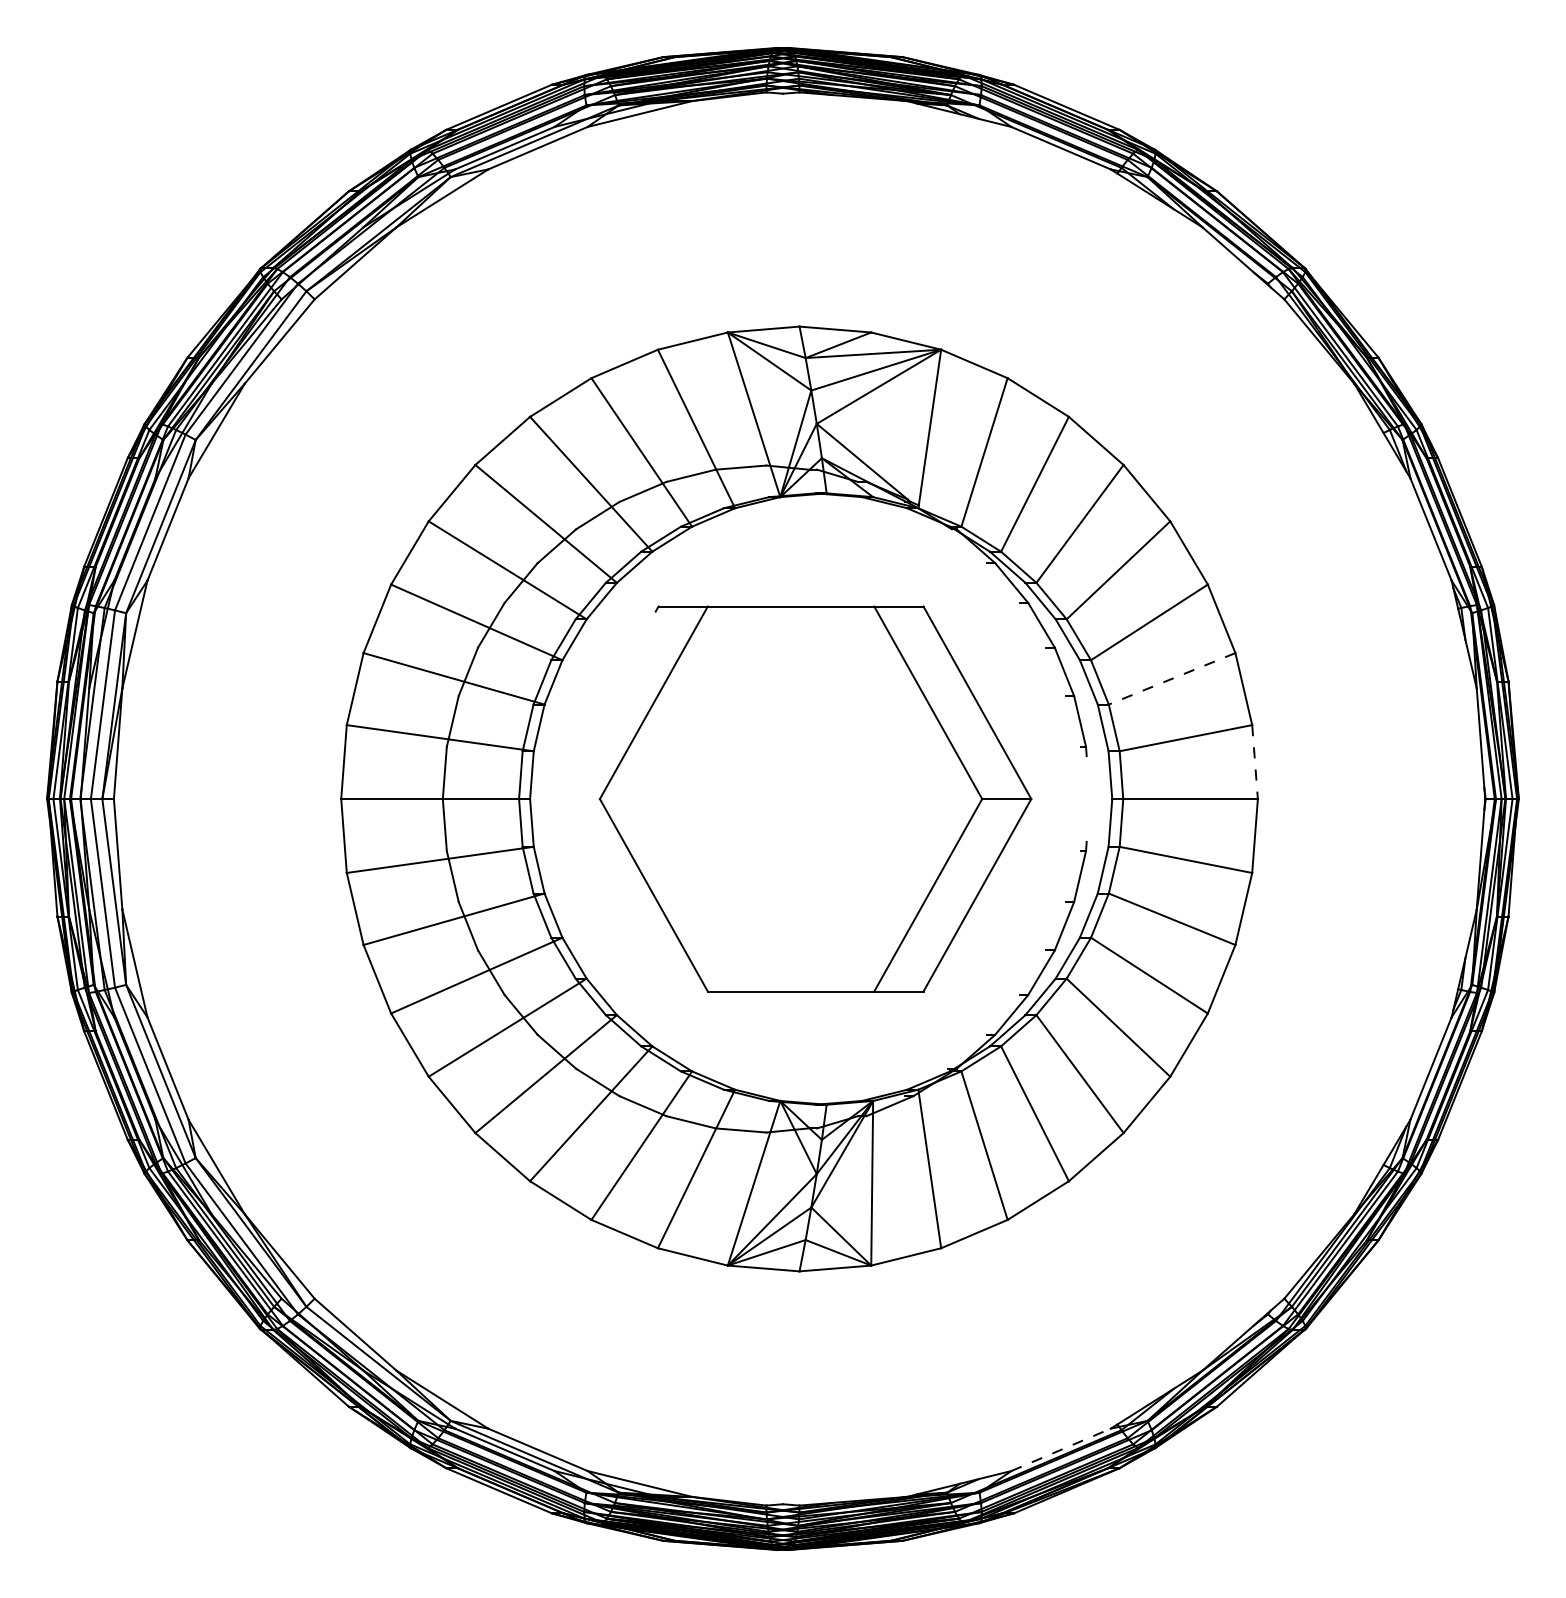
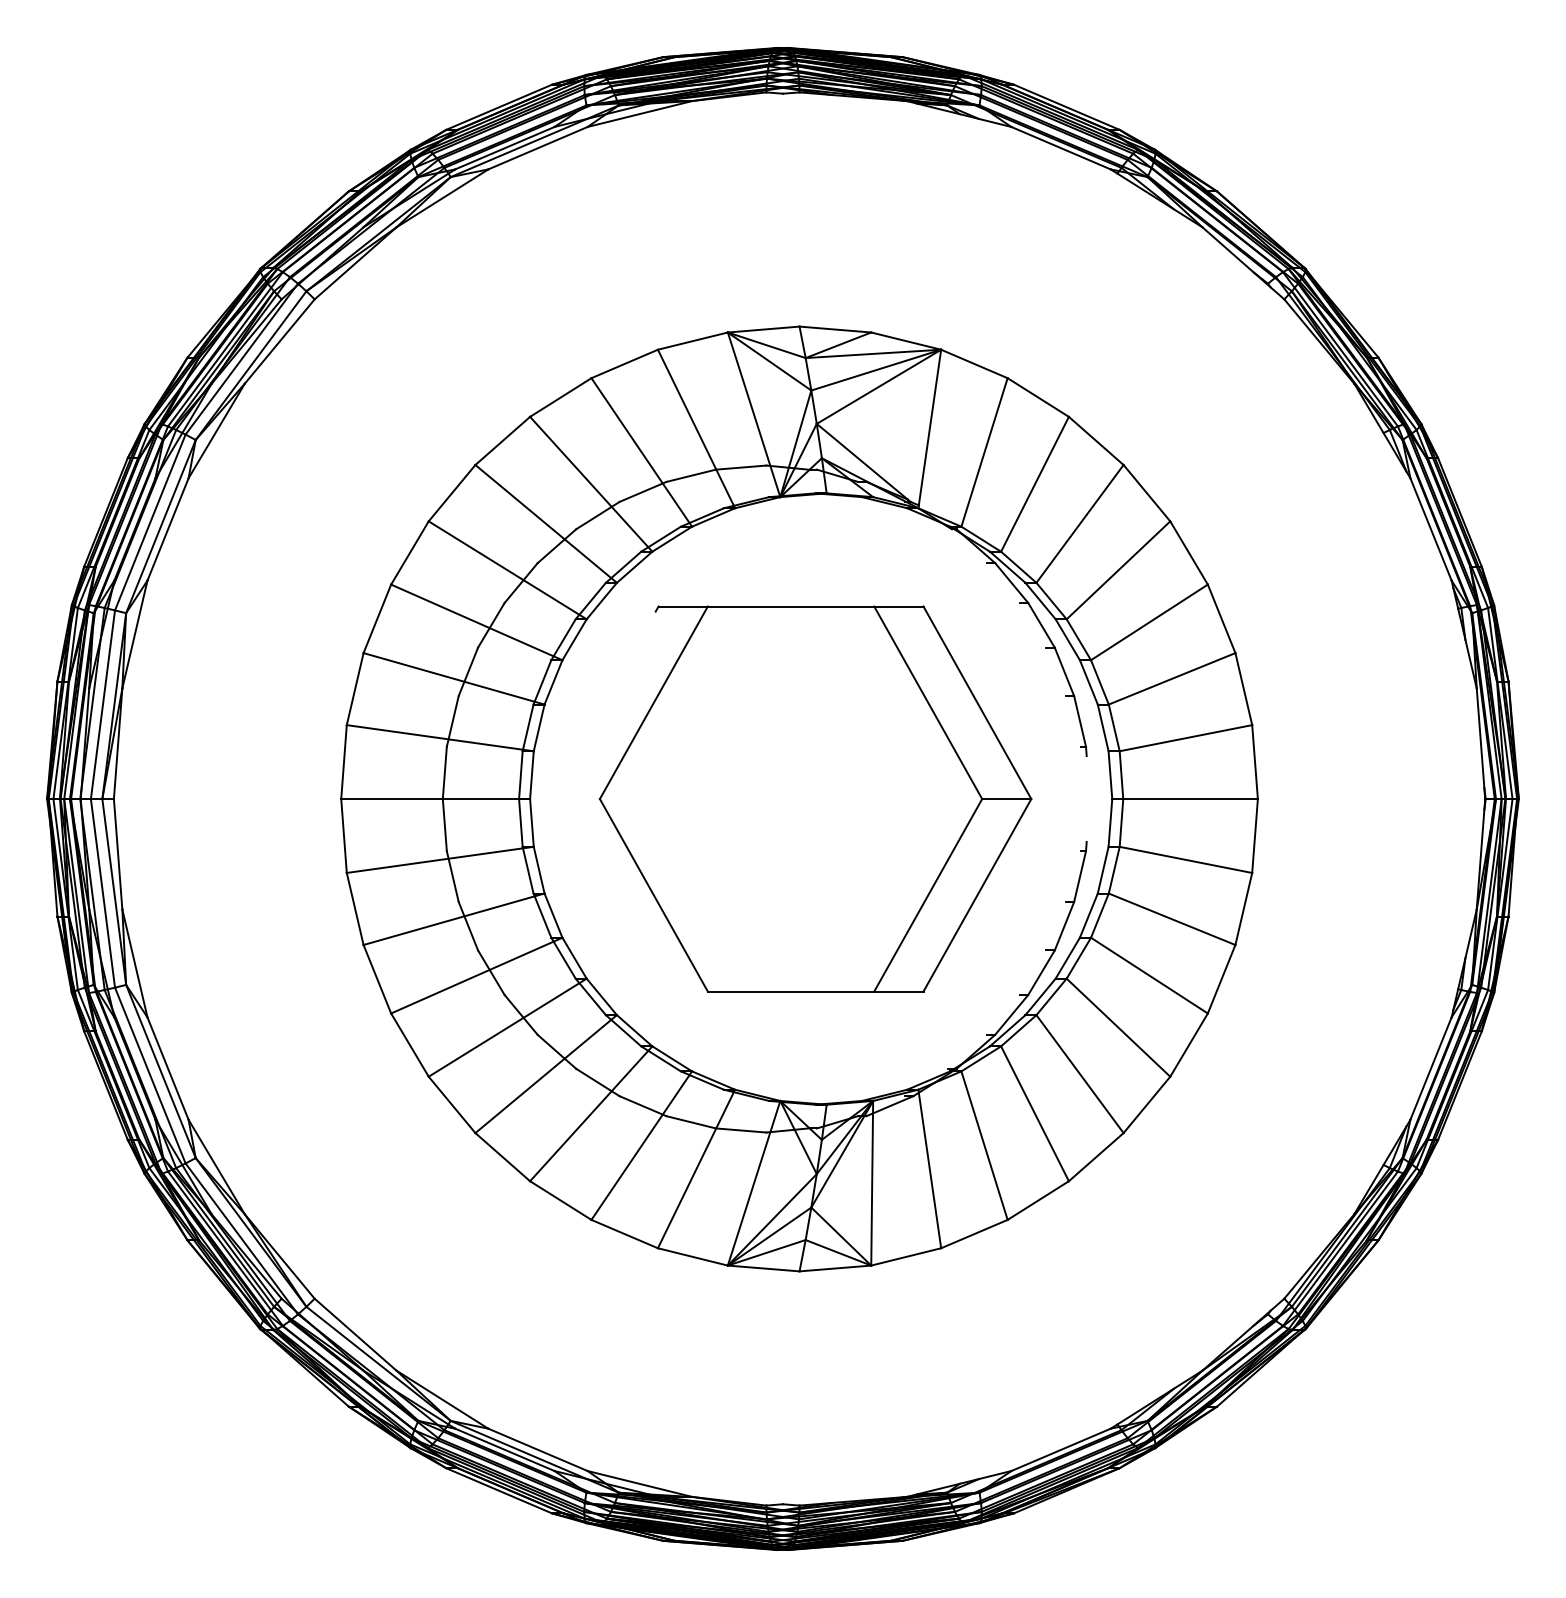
line at (1171, 679): dashed -> solid
line at (1255, 762): dashed -> solid
line at (1061, 1449): dashed -> solid
